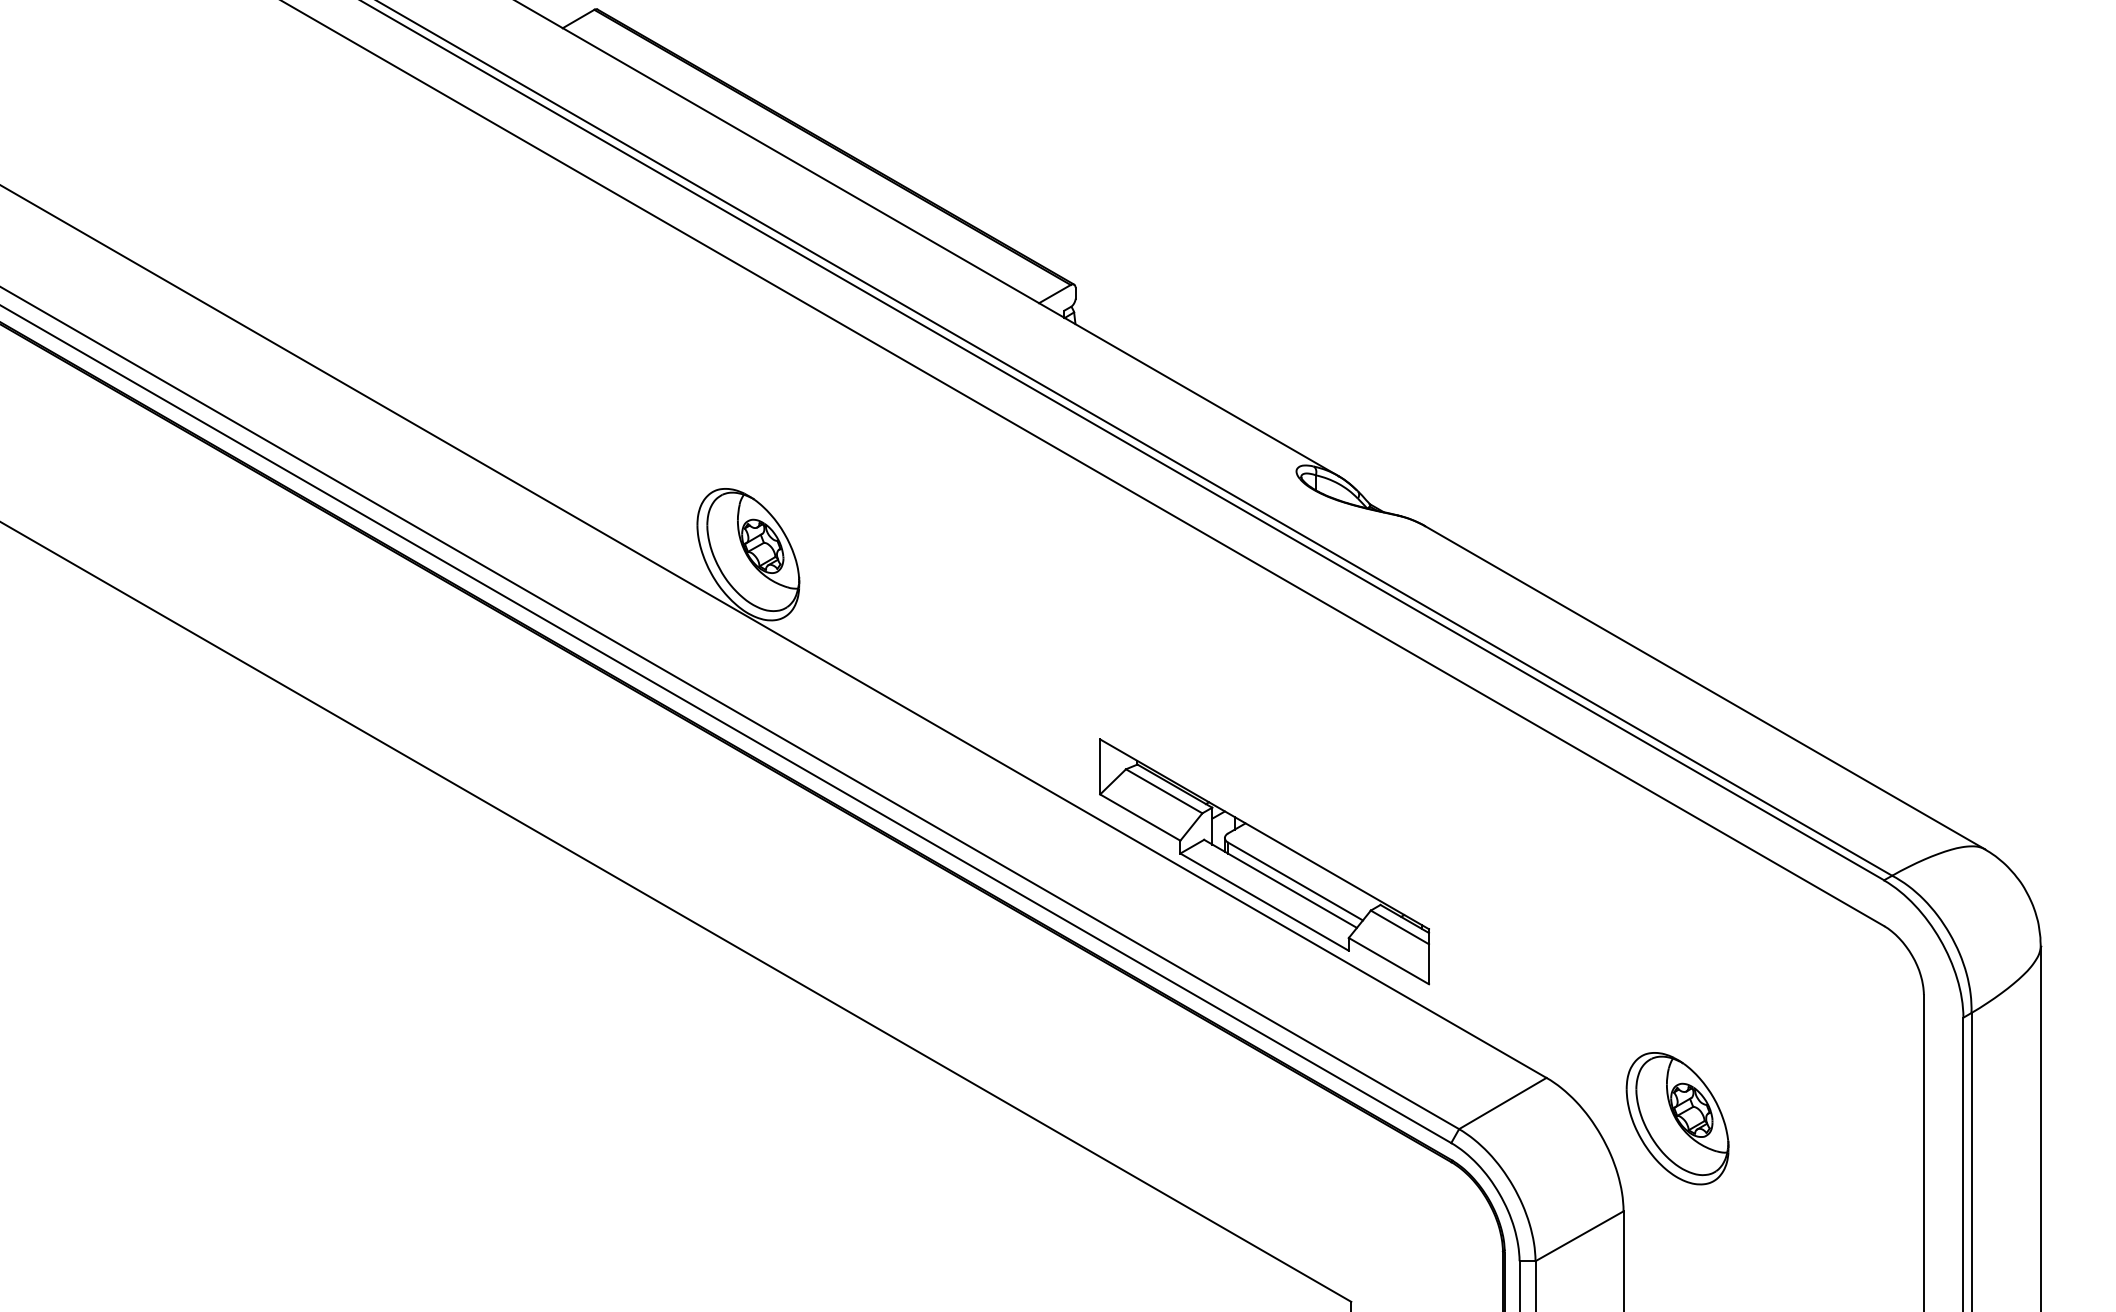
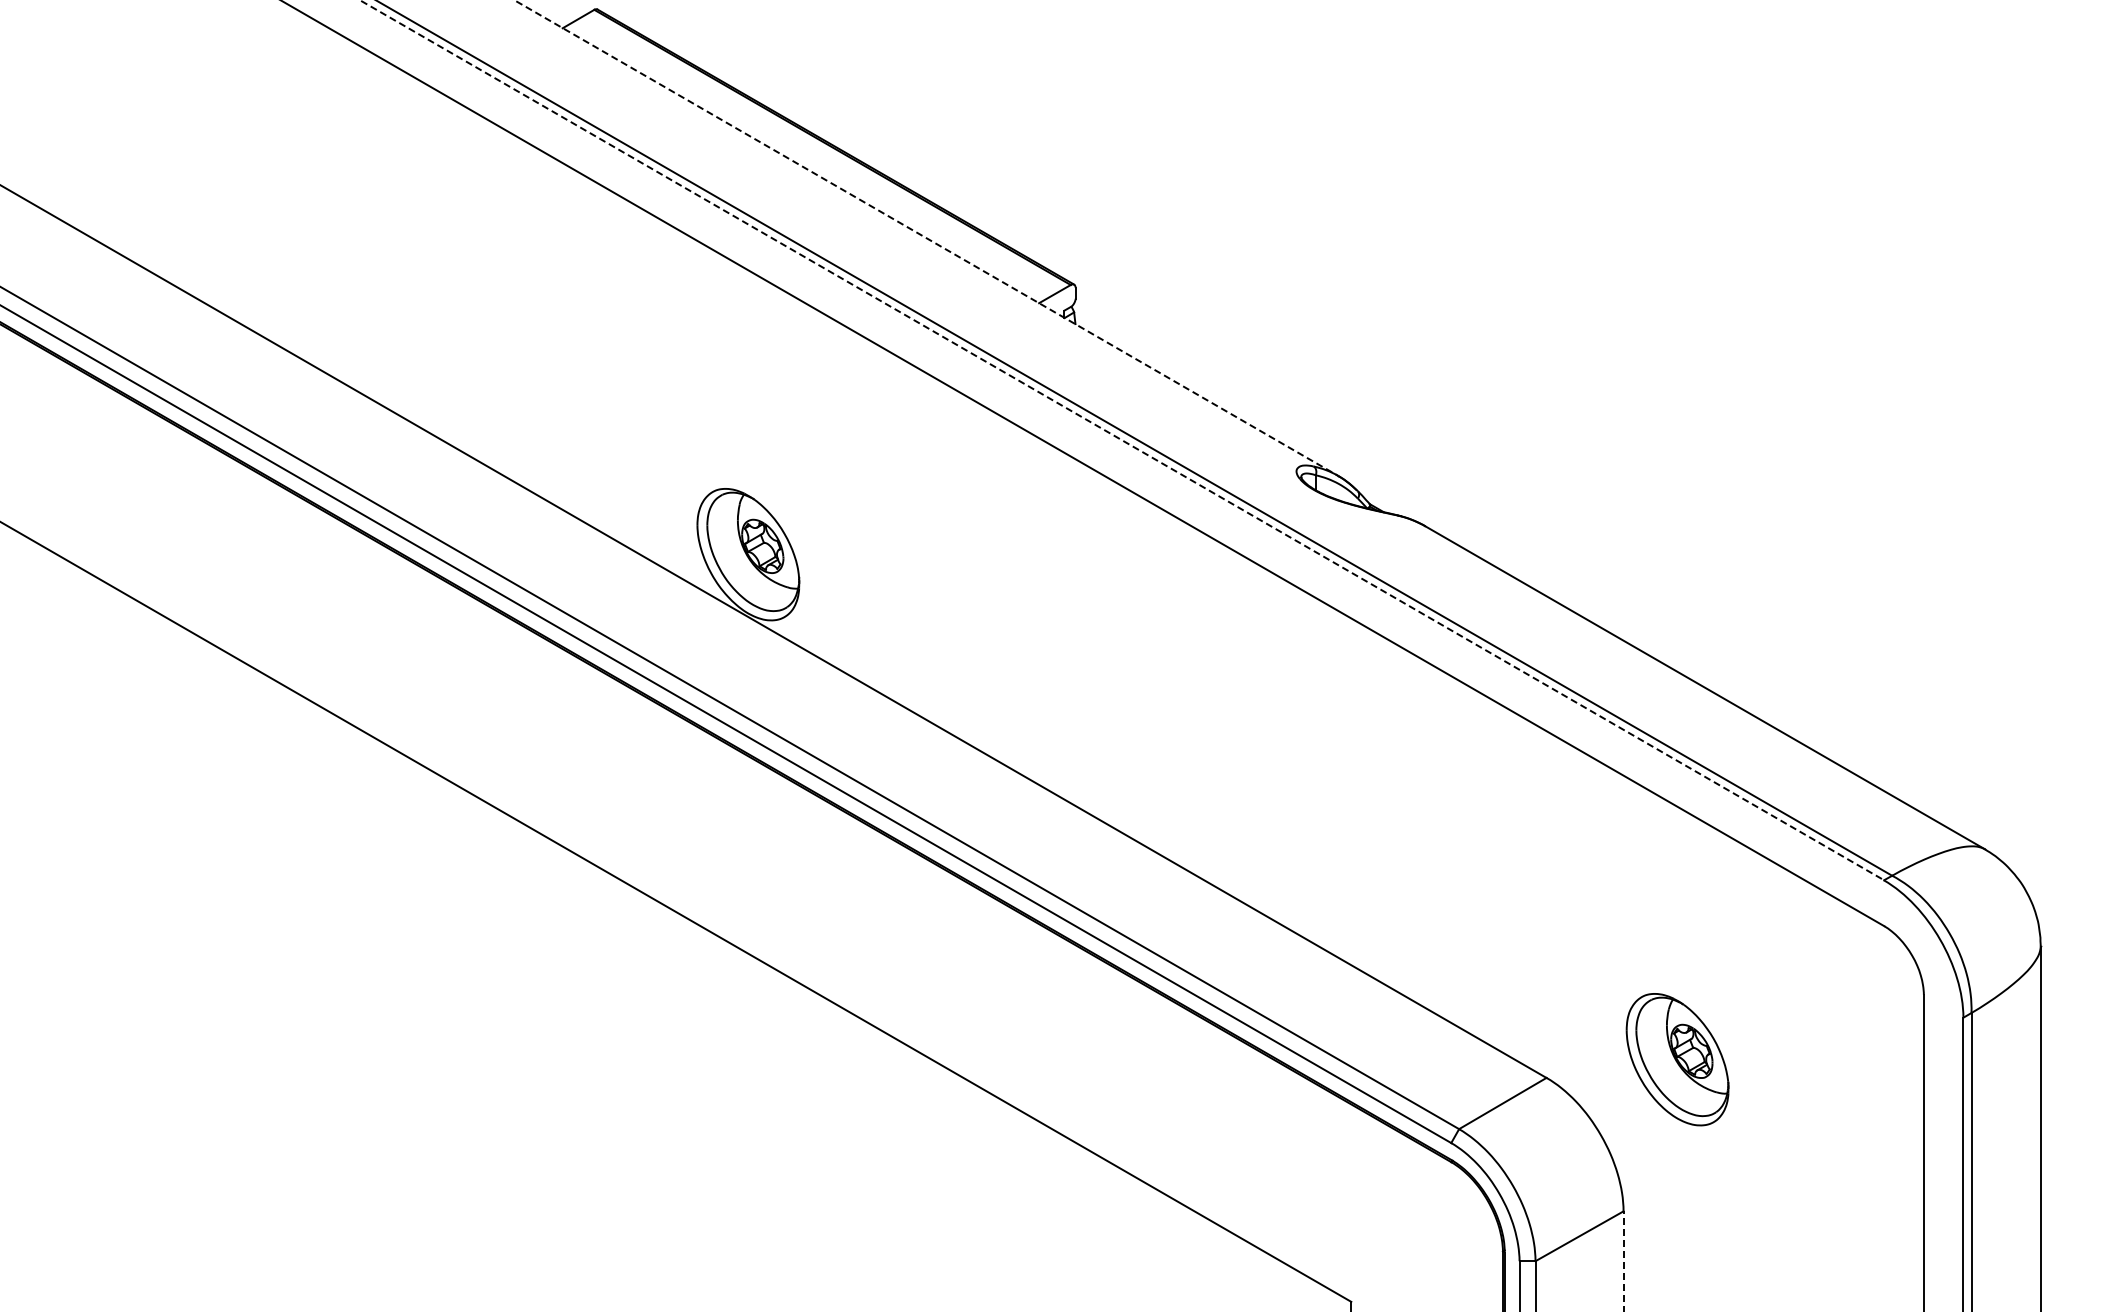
line at (926, 237): solid -> dashed
line at (1122, 440): solid -> dashed
part at (1264, 861): present -> none
part at (1677, 1118) position: (1677, 1118) -> (1677, 1059)
line at (1623, 1261): solid -> dashed
